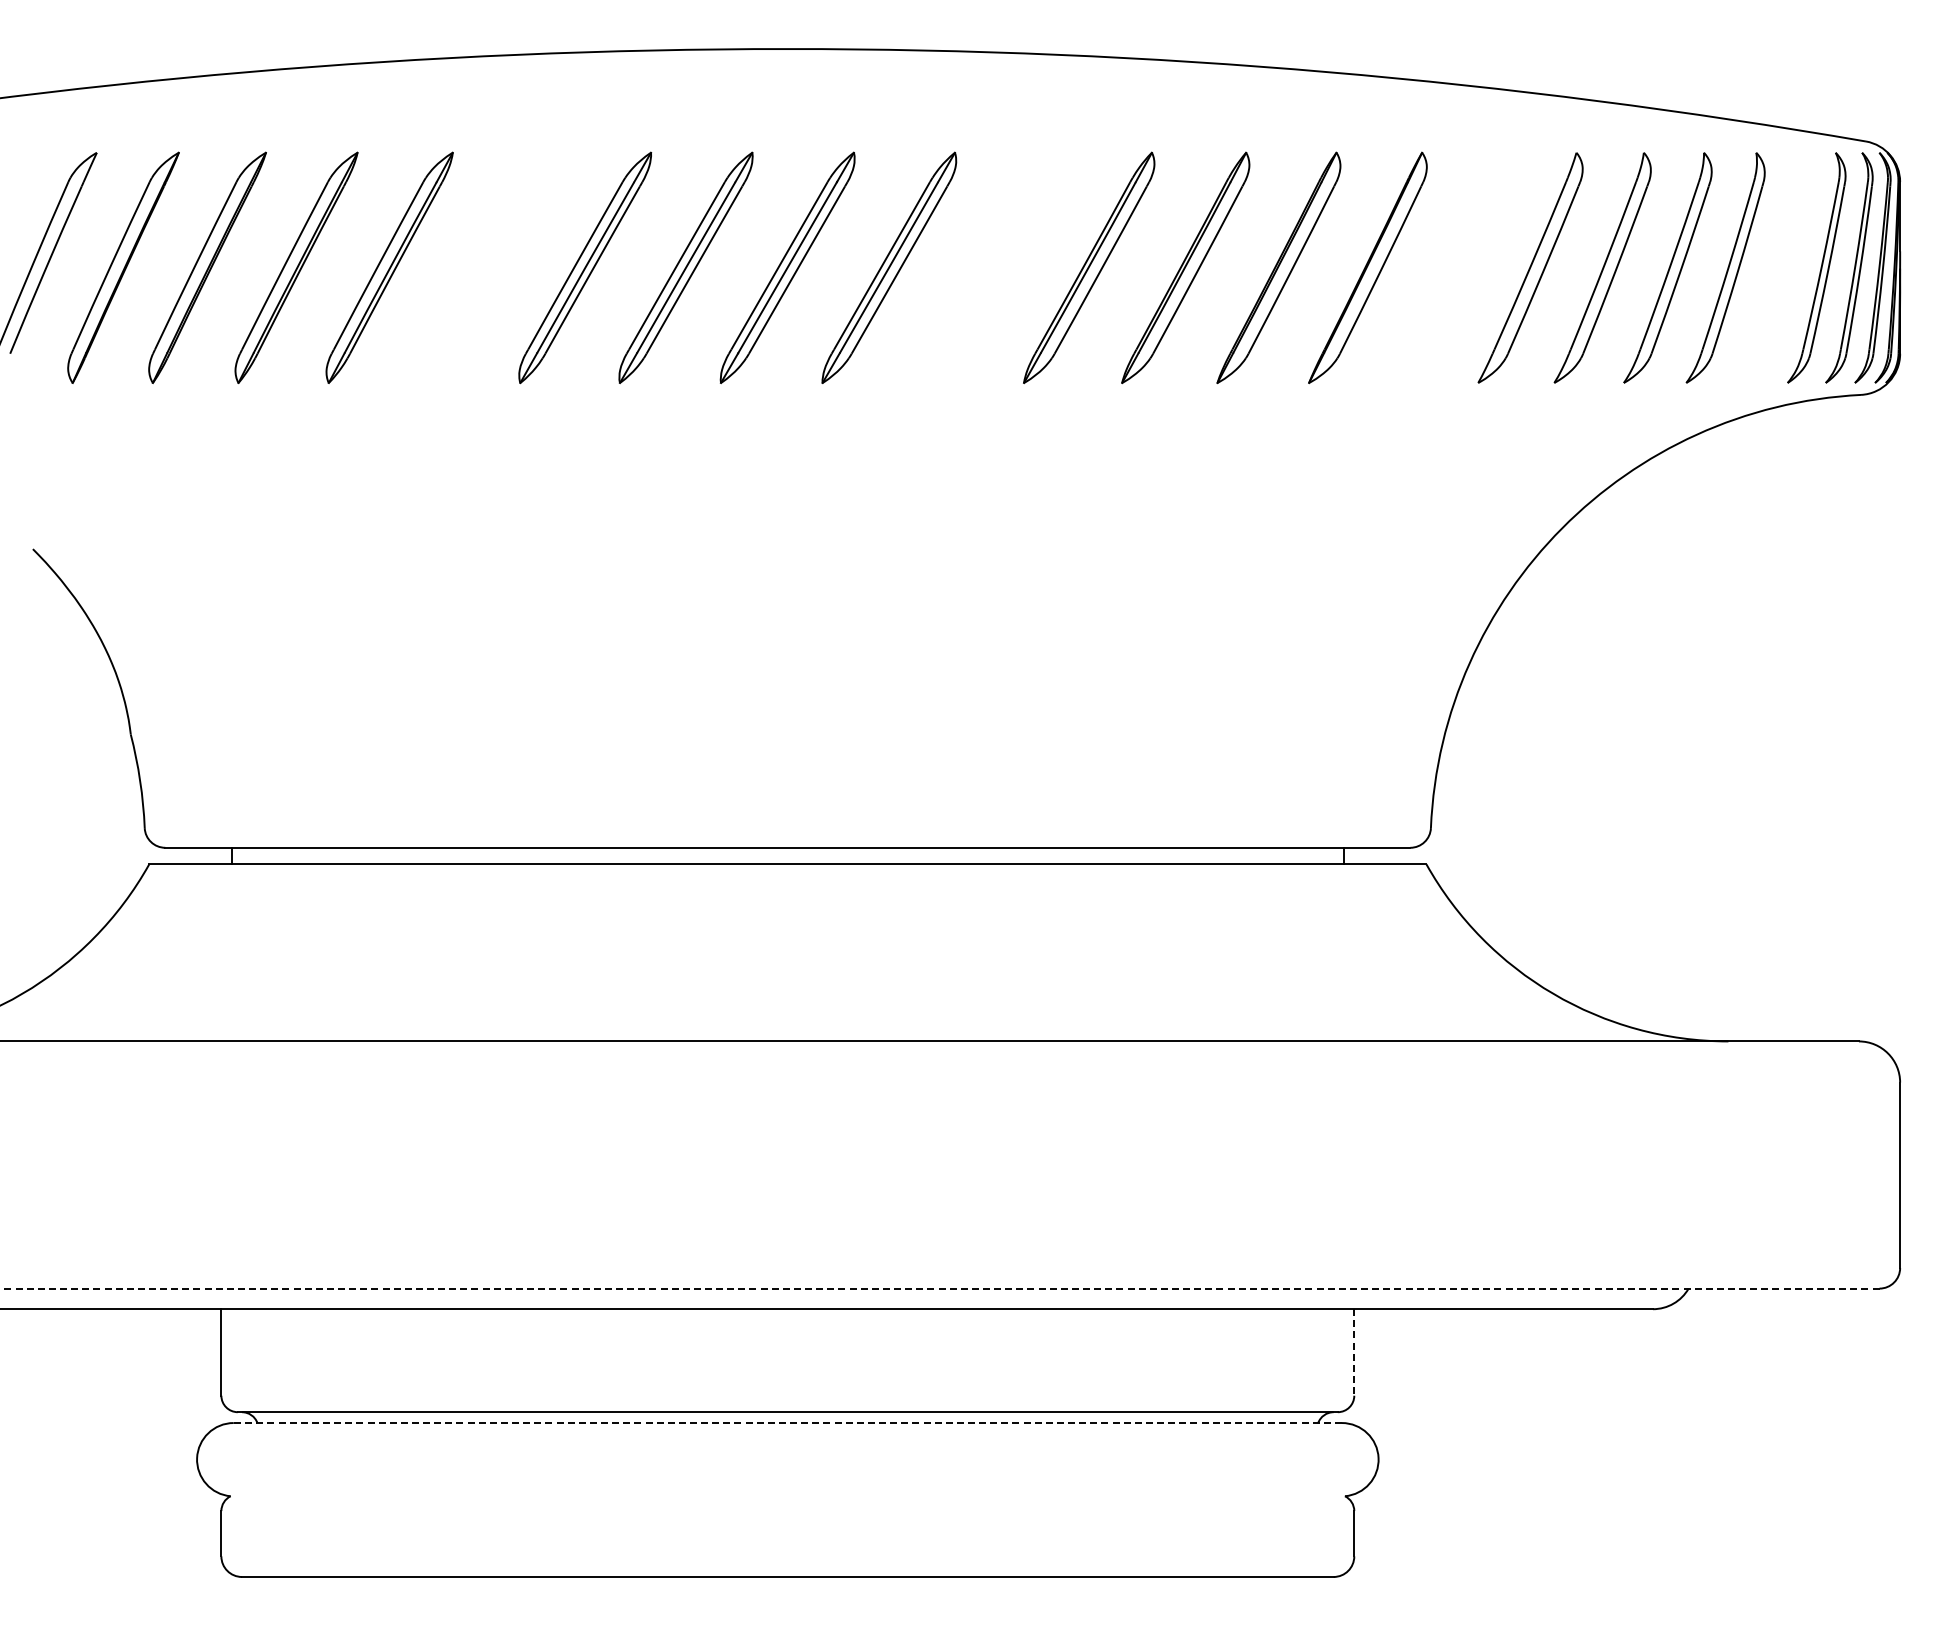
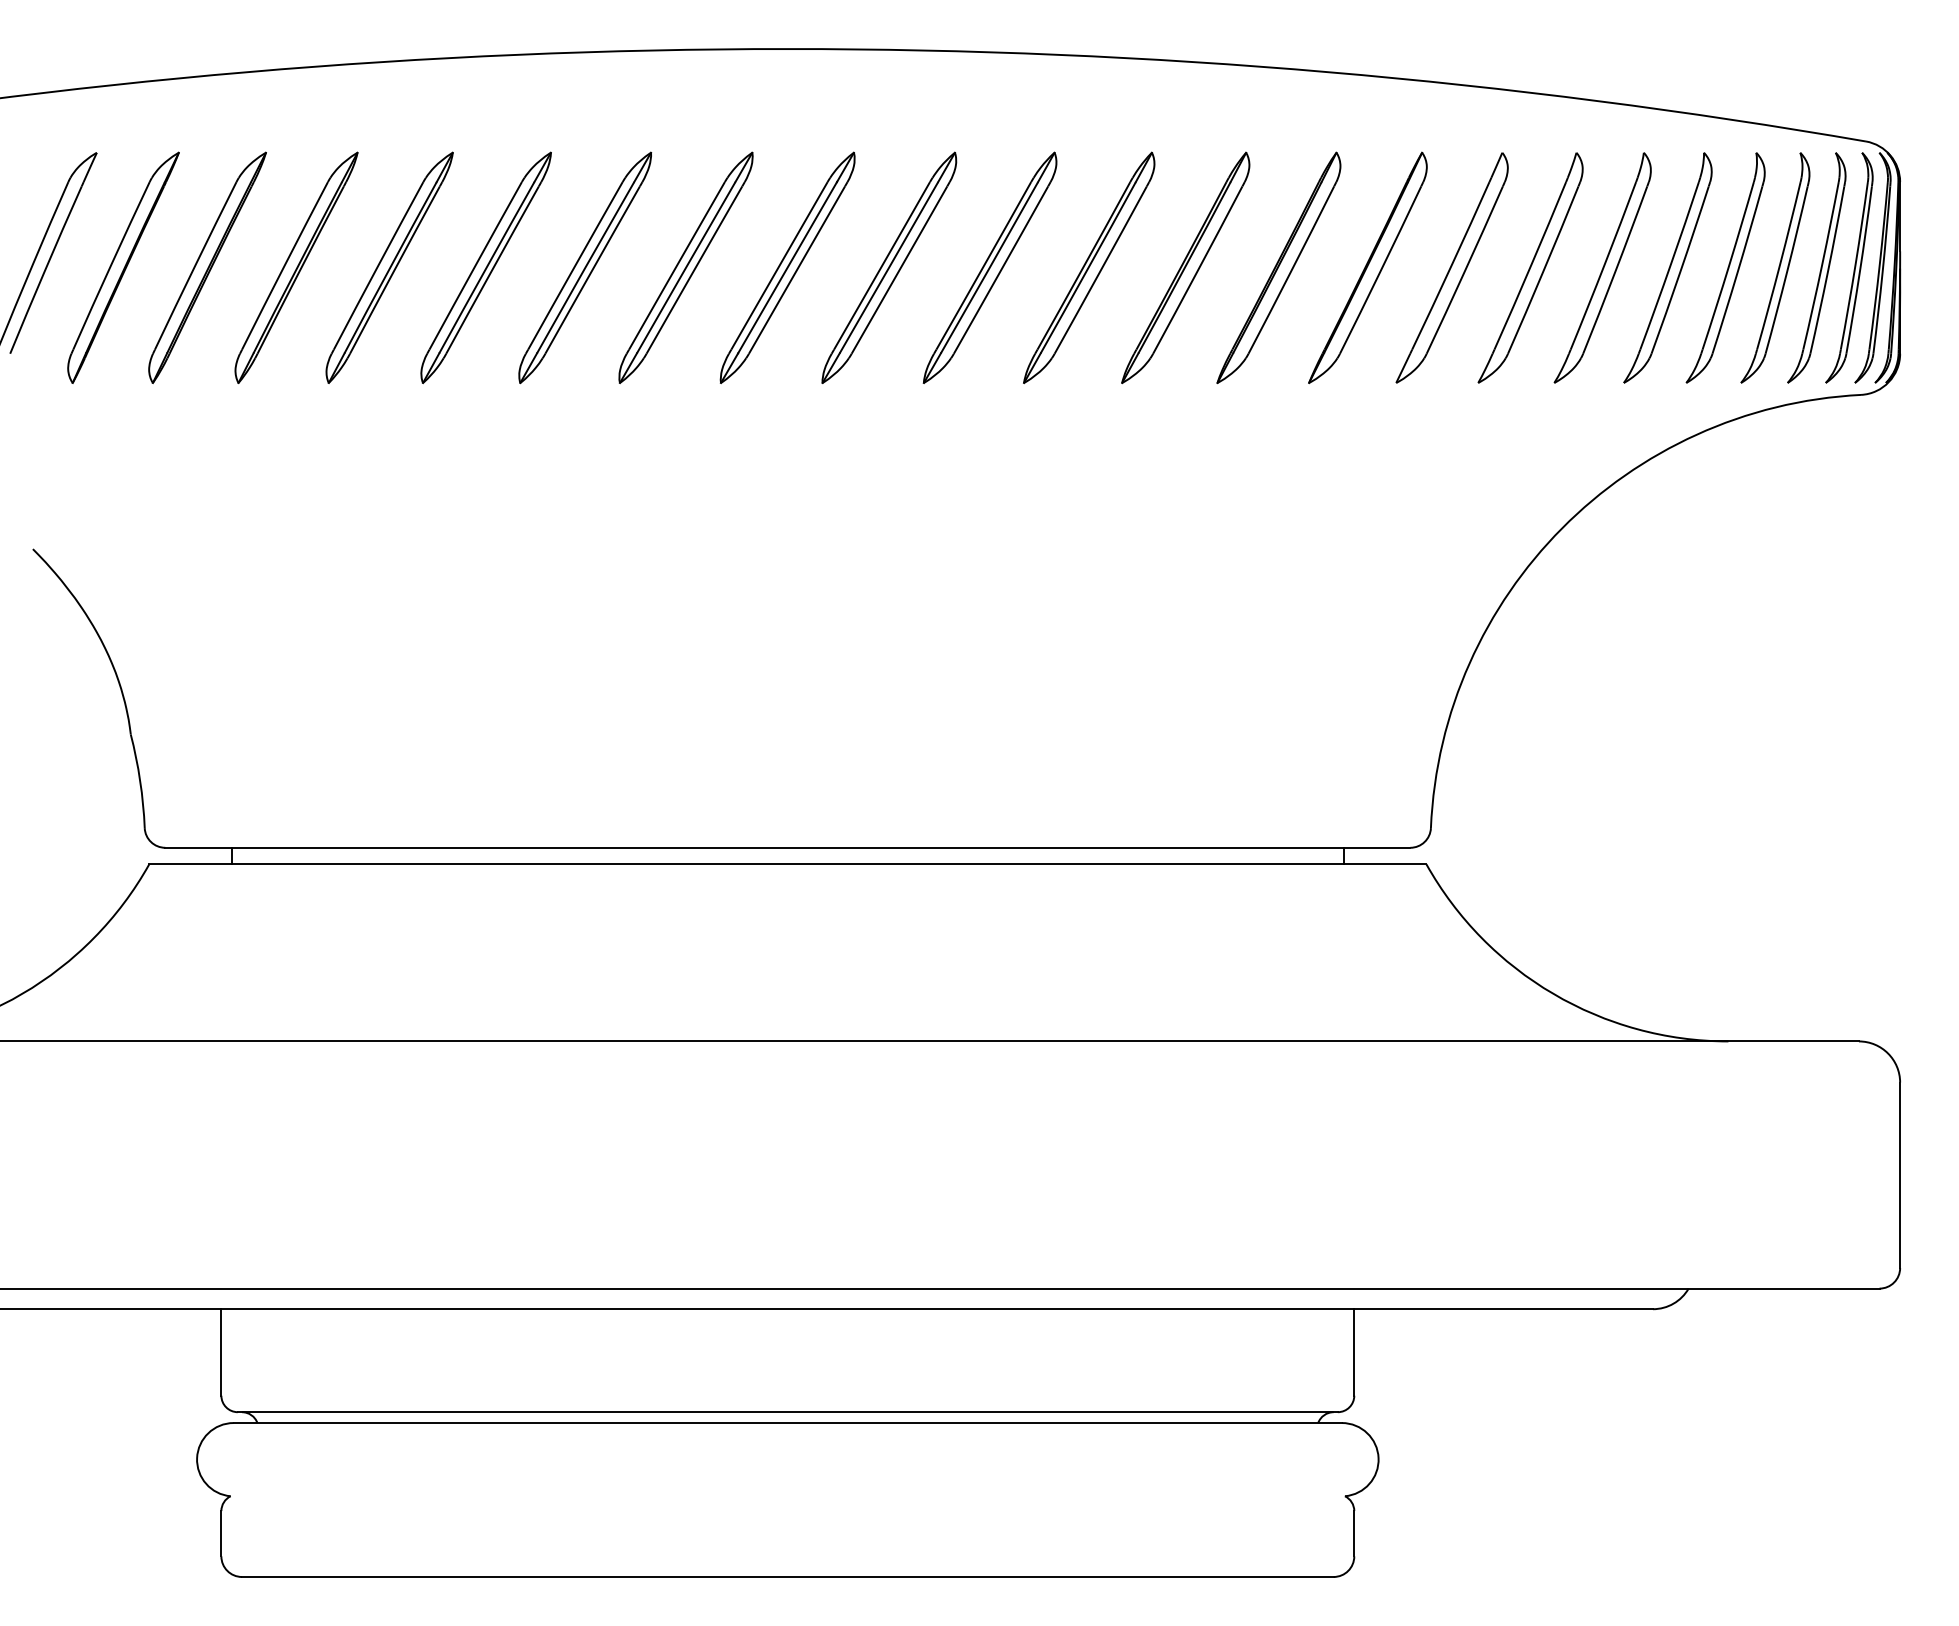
part at (485, 267): none -> present
part at (989, 267): none -> present
part at (1451, 267): none -> present
part at (1775, 267): none -> present
line at (939, 1288): dashed -> solid
line at (1354, 1352): dashed -> solid
line at (787, 1423): dashed -> solid
